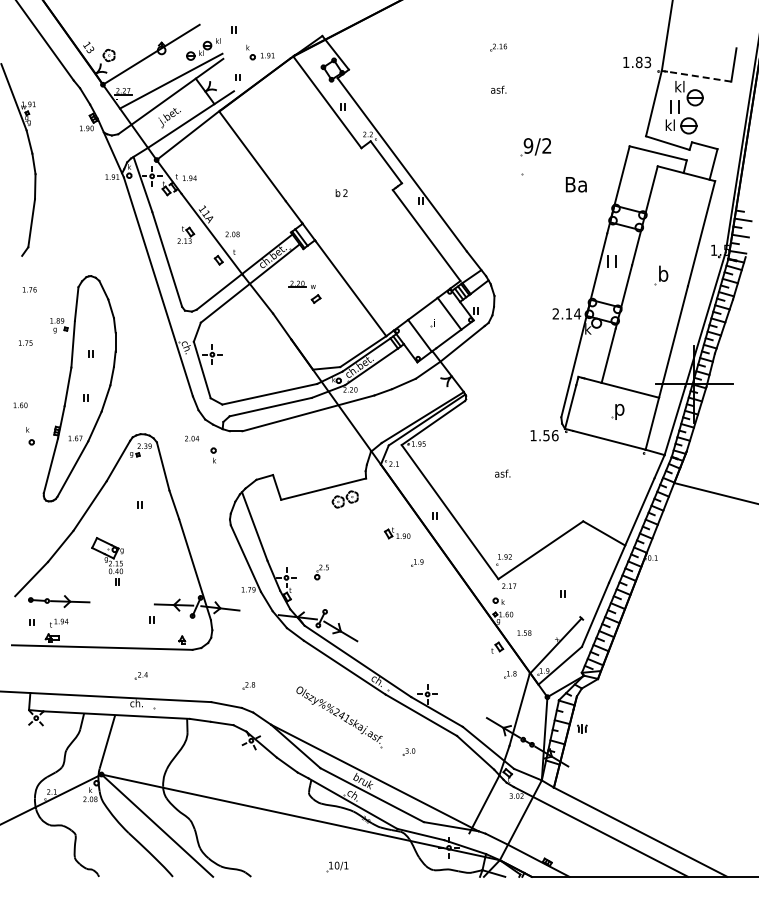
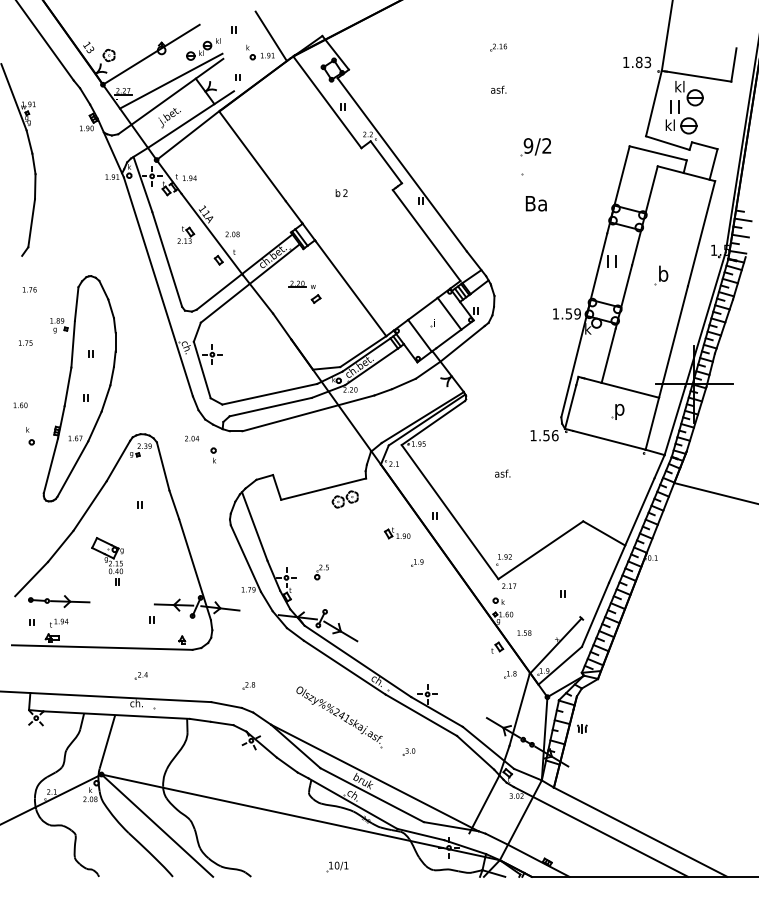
line at (270, 36): none -> present
line at (699, 76): dashed -> solid
text at (575, 184) position: (575, 184) -> (535, 203)
text at (566, 313): 2.14 -> 1.59
